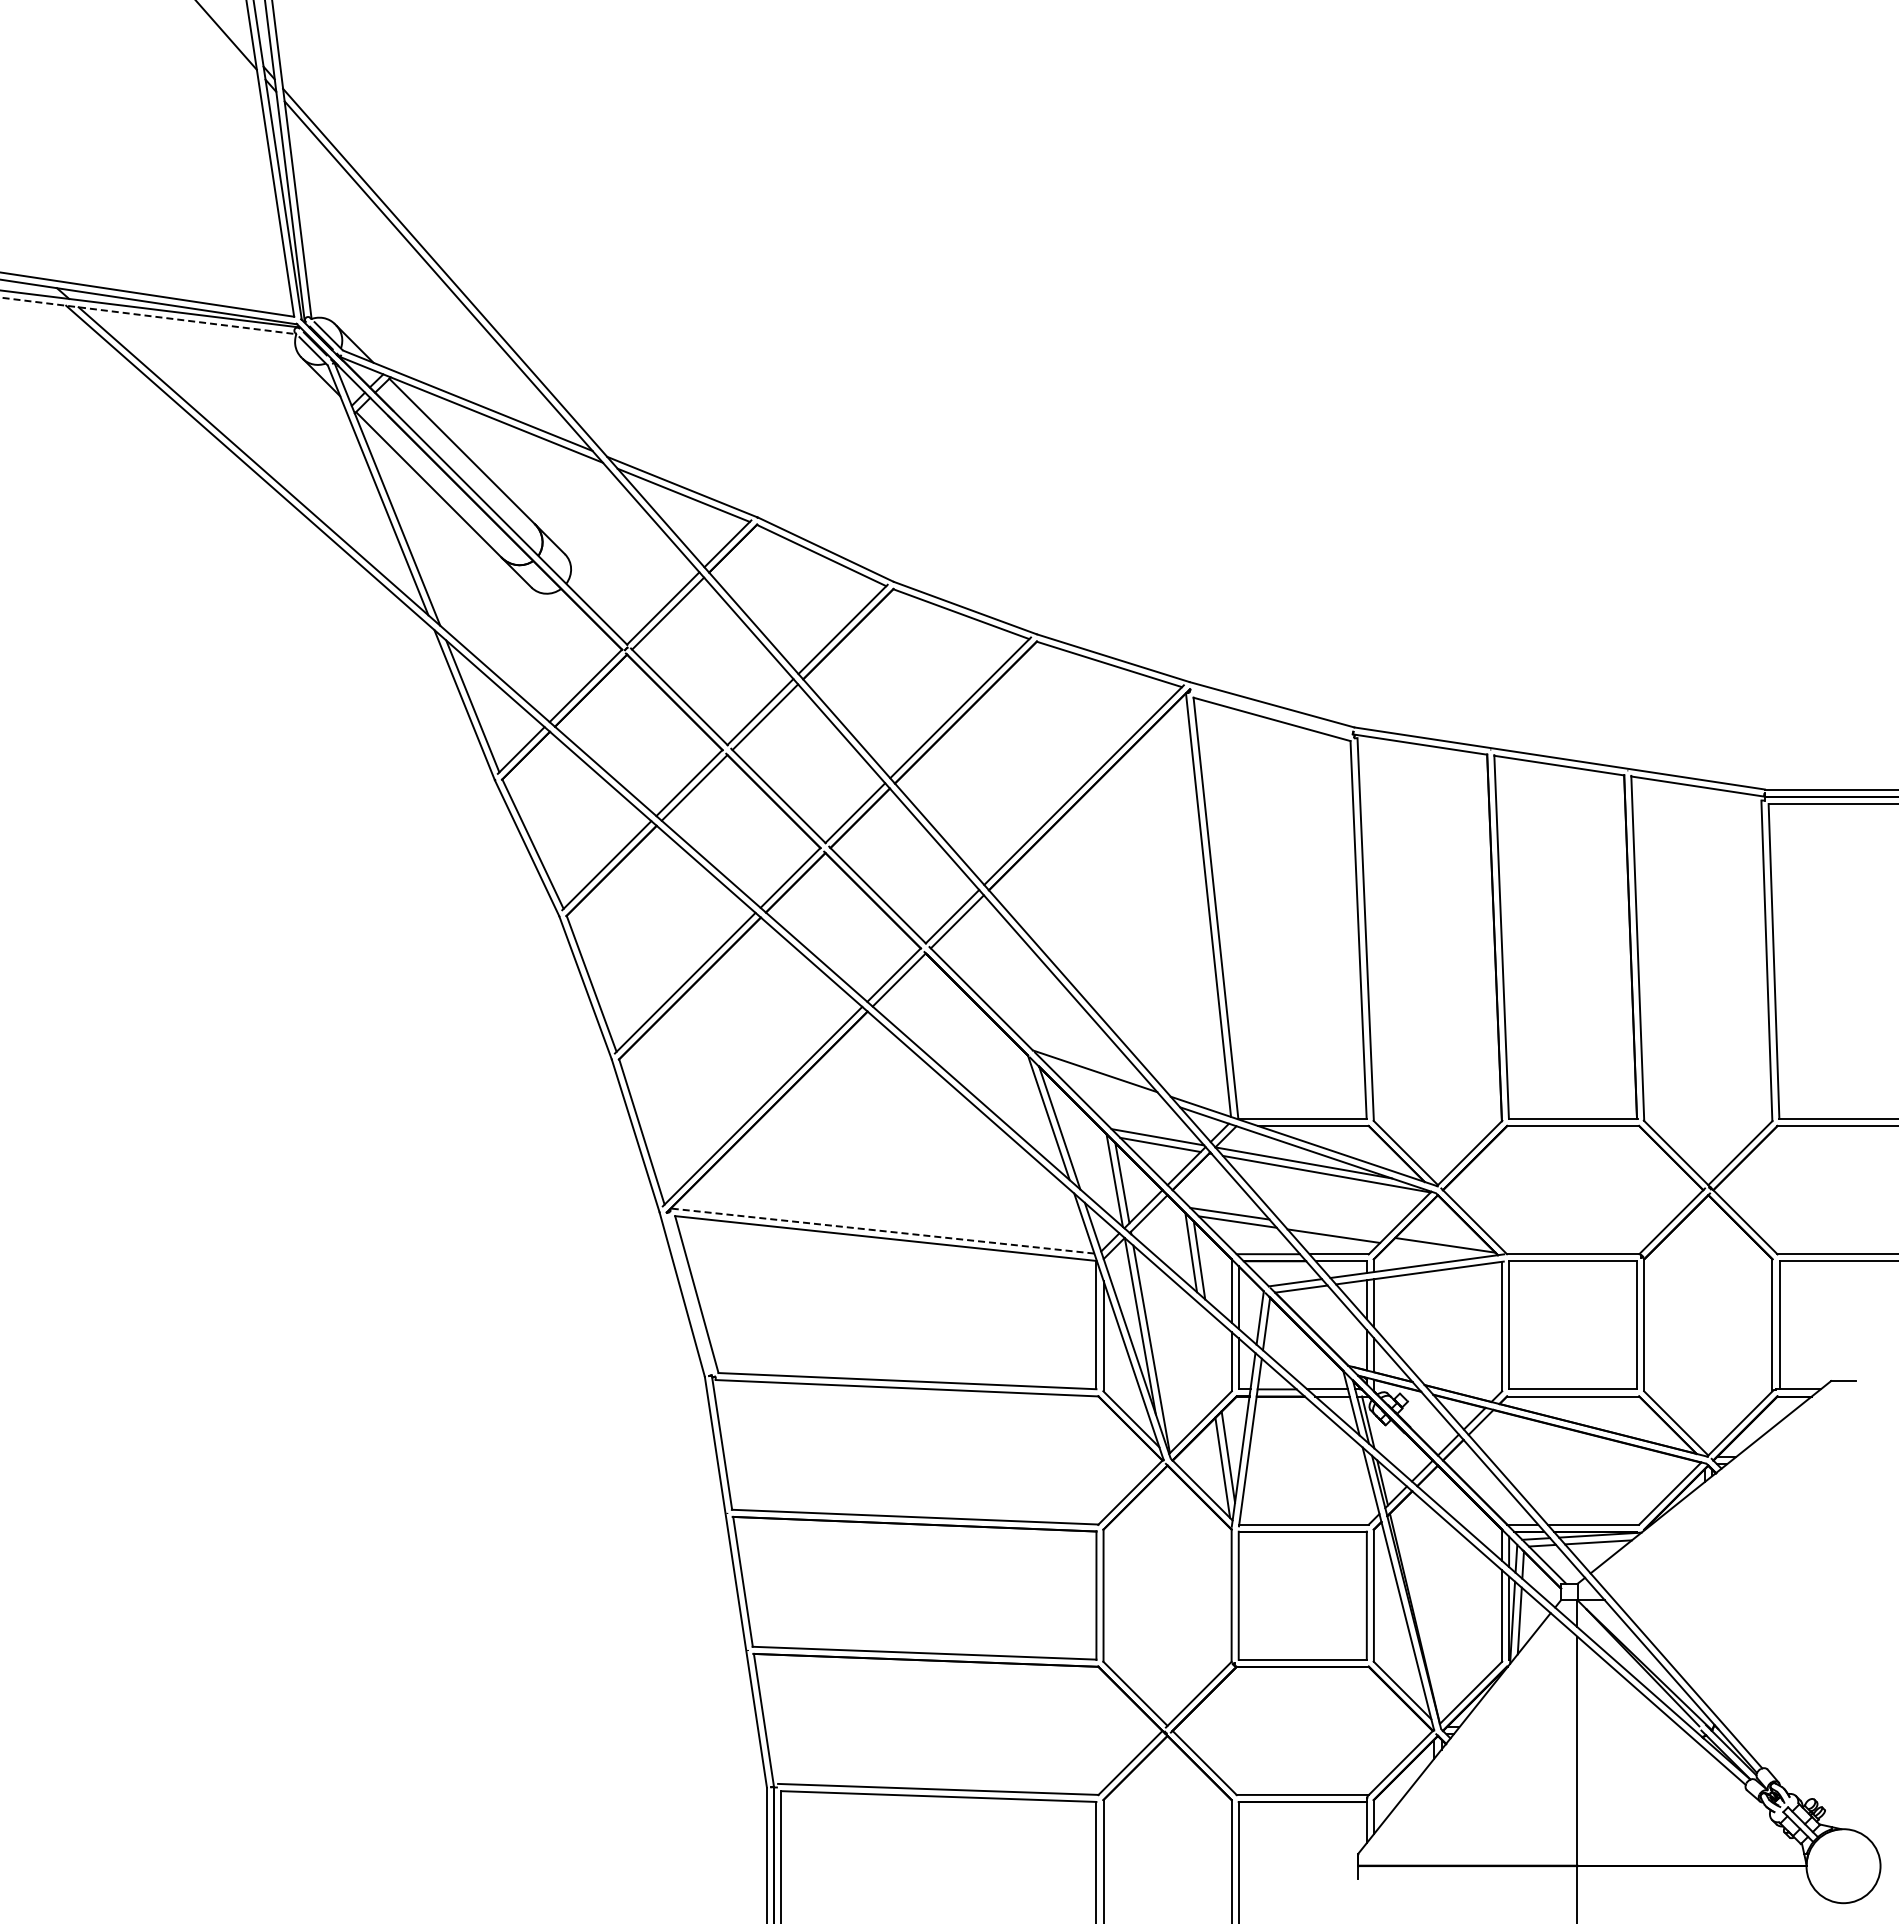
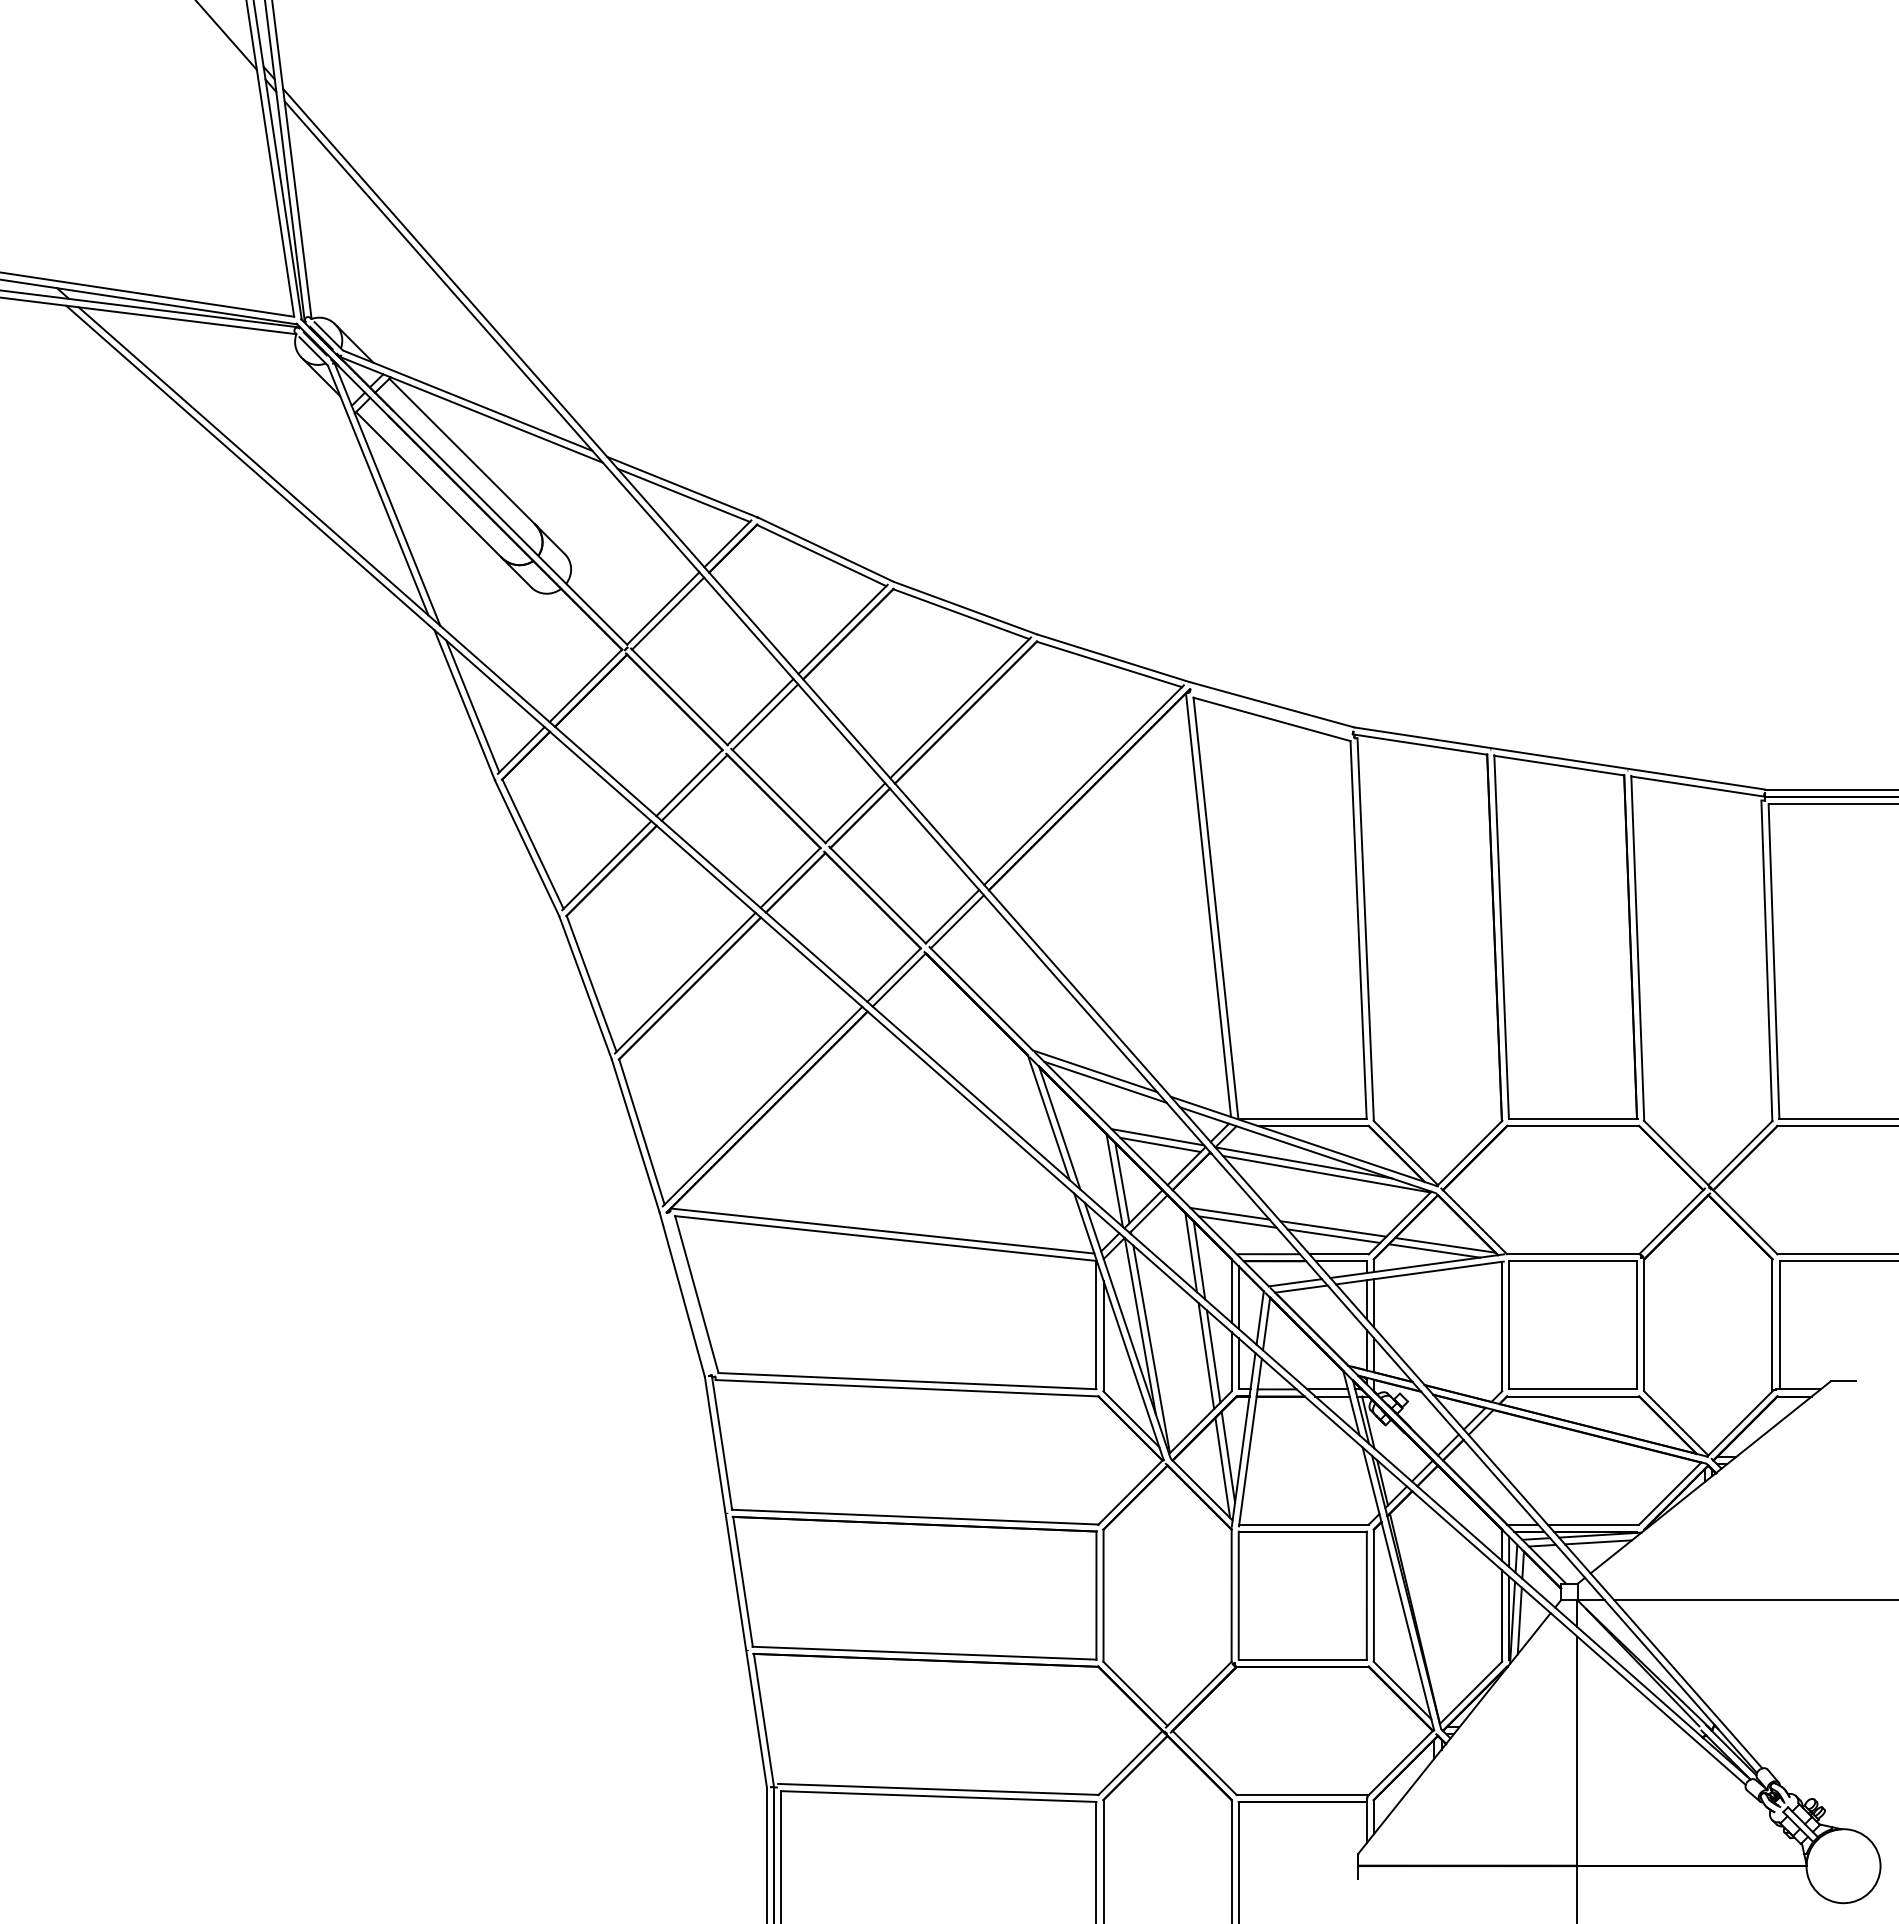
line at (148, 315): dashed -> solid
line at (1105, 1081): none -> present
line at (1333, 1228): none -> present
line at (882, 1231): dashed -> solid
line at (1434, 1250): none -> present
line at (1206, 1355): none -> present
line at (1213, 1356): none -> present
line at (1754, 1600): none -> present
